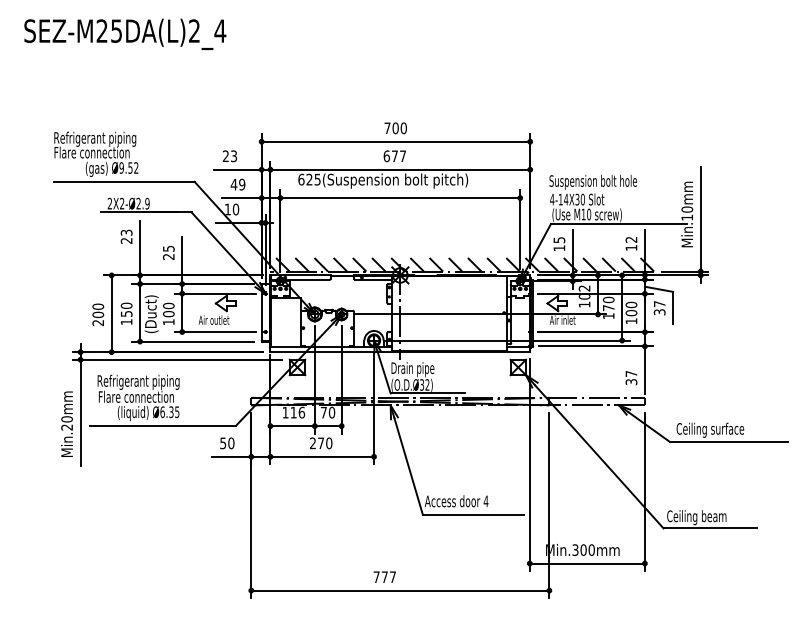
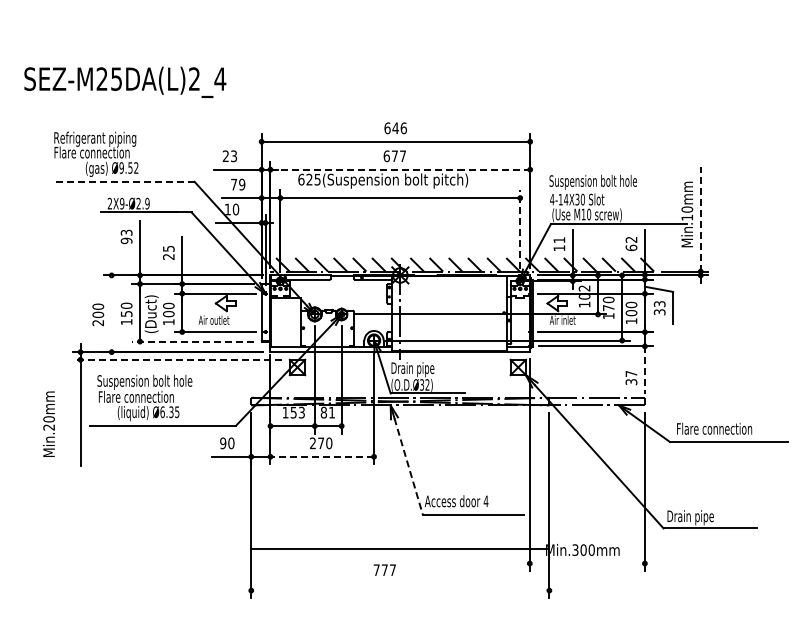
text at (125, 33) position: (125, 33) -> (125, 81)
text at (395, 128): 700 -> 646
line at (400, 169): solid -> dashed
line at (123, 181): solid -> dashed
text at (233, 184): 49 -> 79
text at (122, 203): 2X2-Ø2.9 -> 2X9-Ø2.9
line at (700, 218): solid -> dashed
line at (520, 229): solid -> dashed
text at (126, 240): 23 -> 93
text at (559, 240): 15 -> 11
text at (631, 247): 12 -> 62
text at (659, 304): 37 -> 33
line at (111, 313): present -> none
line at (193, 341): solid -> dashed
line at (177, 359): solid -> dashed
line at (644, 370): solid -> dashed
text at (144, 381): Refrigerant piping -> Suspension bolt hole
text at (297, 412): 116 -> 153
text at (327, 412): 70 -> 81
text at (66, 423) position: (66, 423) -> (48, 423)
text at (714, 429): Ceiling surface -> Flare connection
text at (223, 442): 50 -> 90
line at (322, 456): solid -> dashed
line at (408, 467): solid -> dashed
text at (696, 517): Ceiling beam -> Drain pipe
line at (586, 563): present -> none
text at (384, 576) position: (384, 576) -> (384, 569)
line at (400, 590) position: (400, 590) -> (400, 548)
